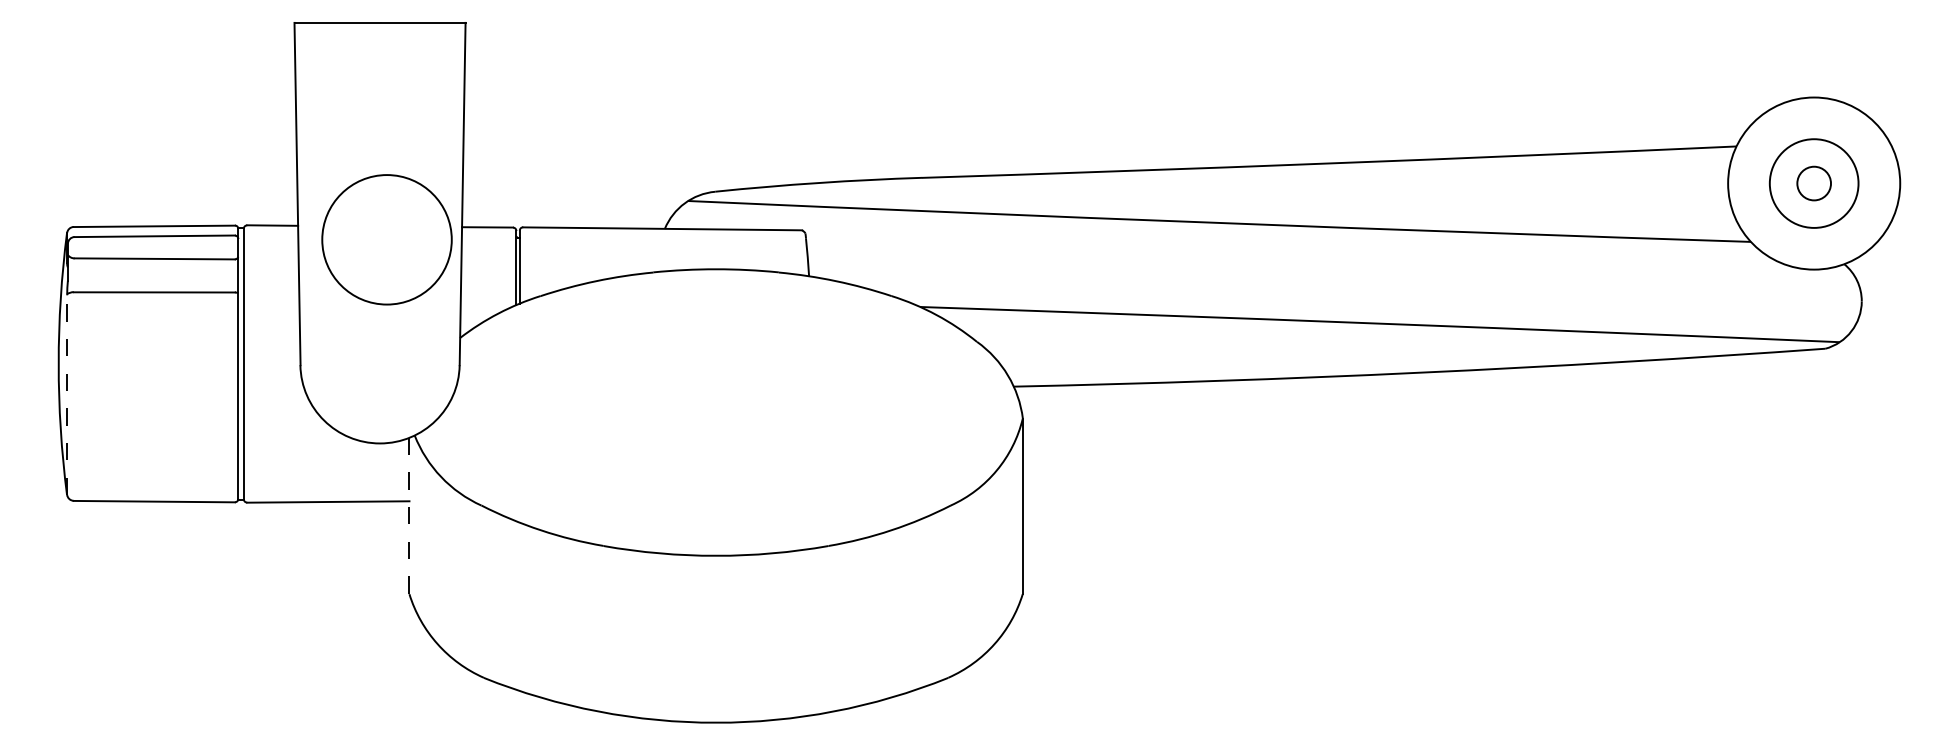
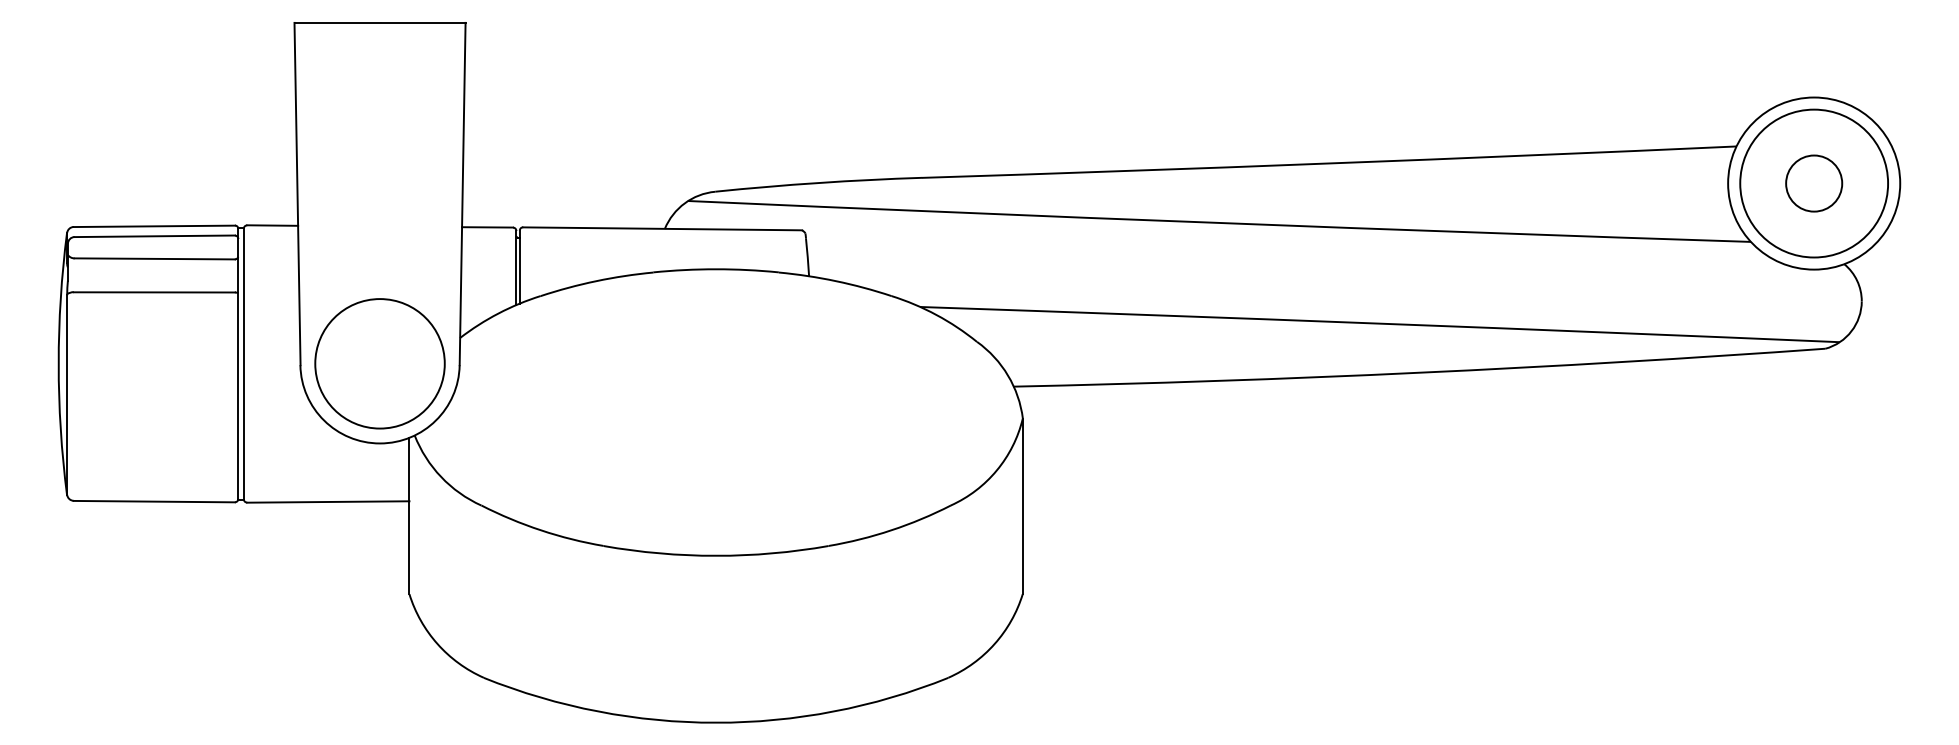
circle at (1813, 183) diameter: 89 px -> 148 px
circle at (1814, 183) diameter: 34 px -> 56 px
circle at (386, 239) position: (386, 239) -> (379, 363)
line at (67, 395): dashed -> solid
line at (409, 516): dashed -> solid
